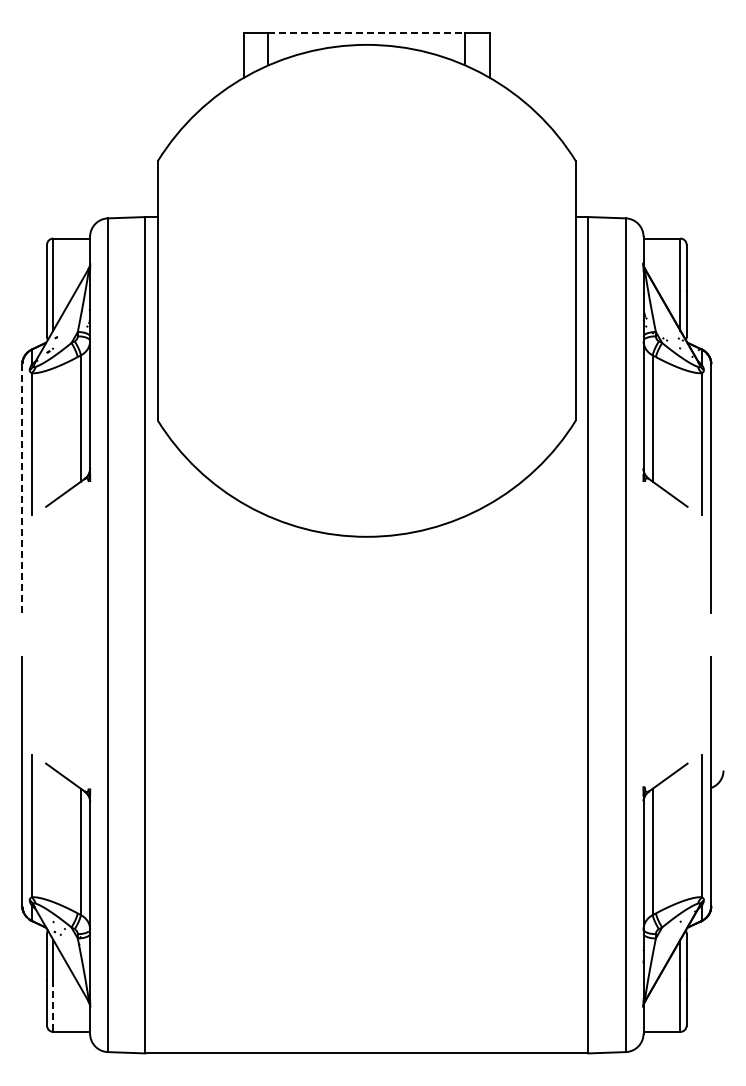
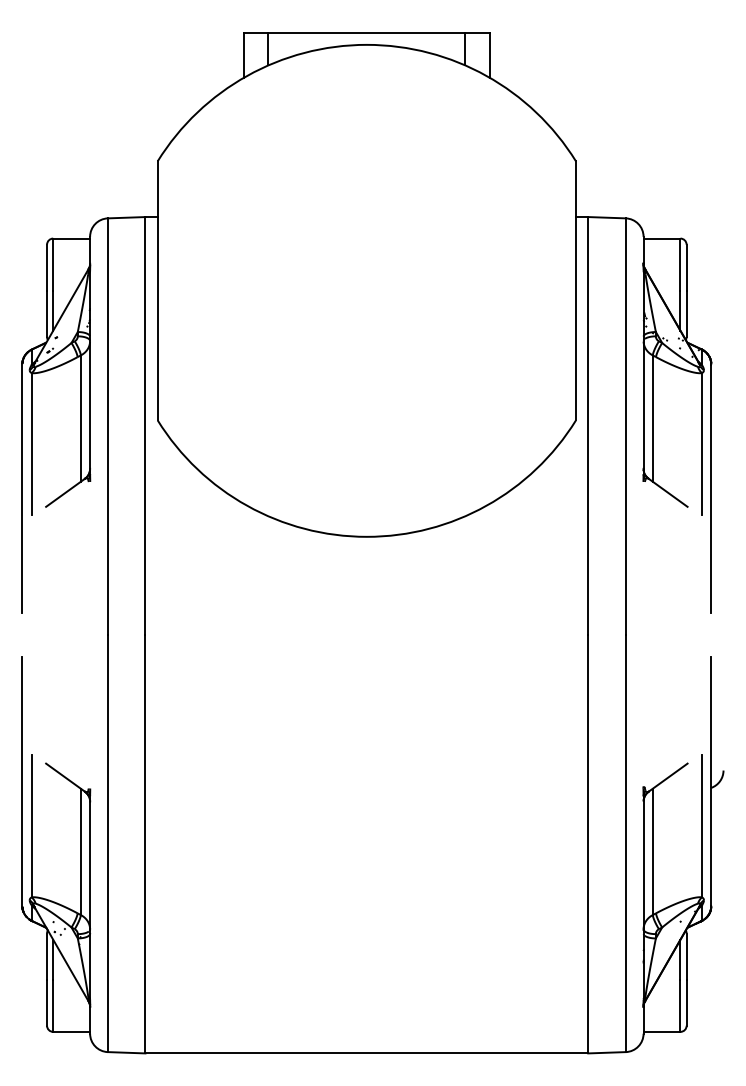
line at (367, 32): dashed -> solid
line at (22, 488): dashed -> solid
line at (53, 1006): dashed -> solid
